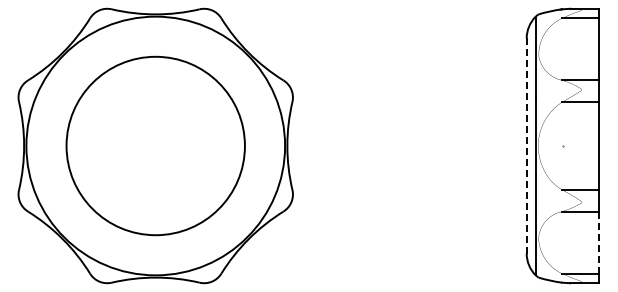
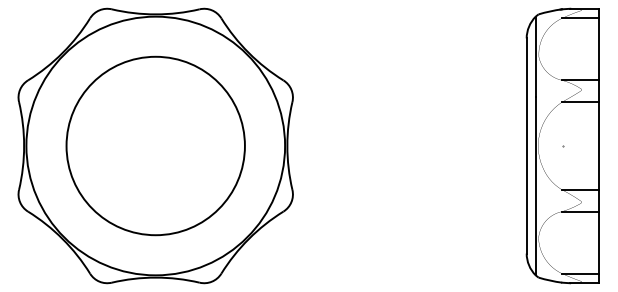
line at (526, 146): dashed -> solid
line at (599, 243): dashed -> solid
